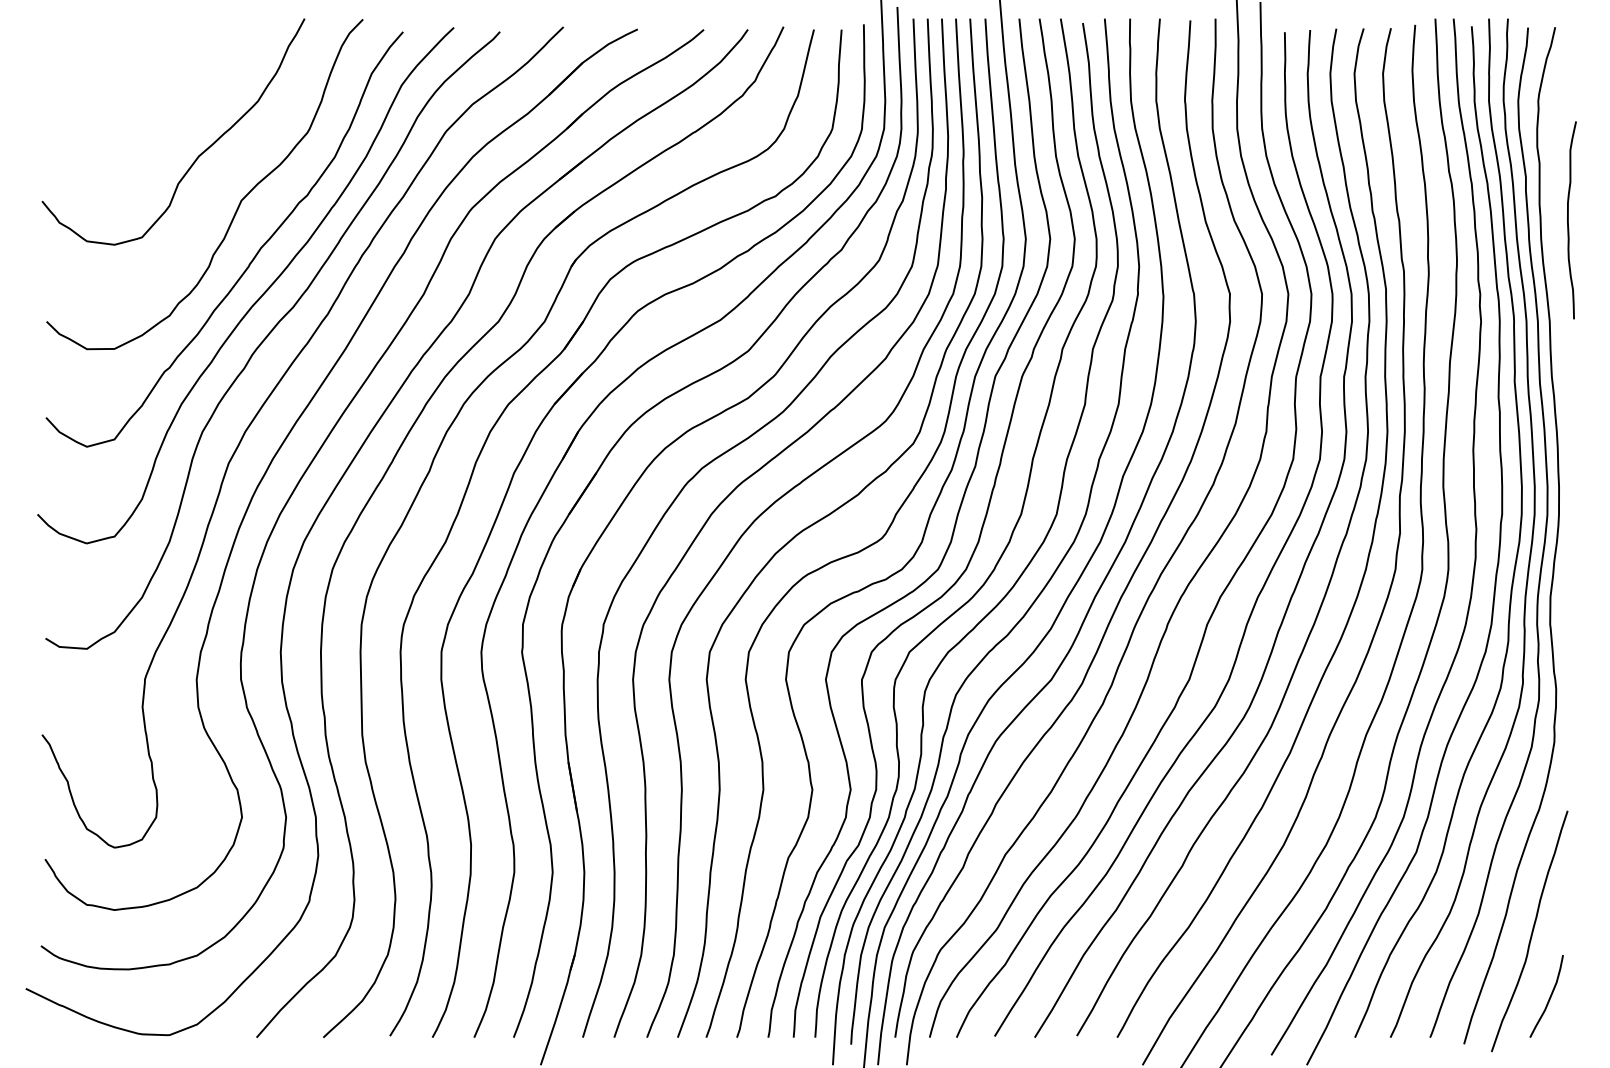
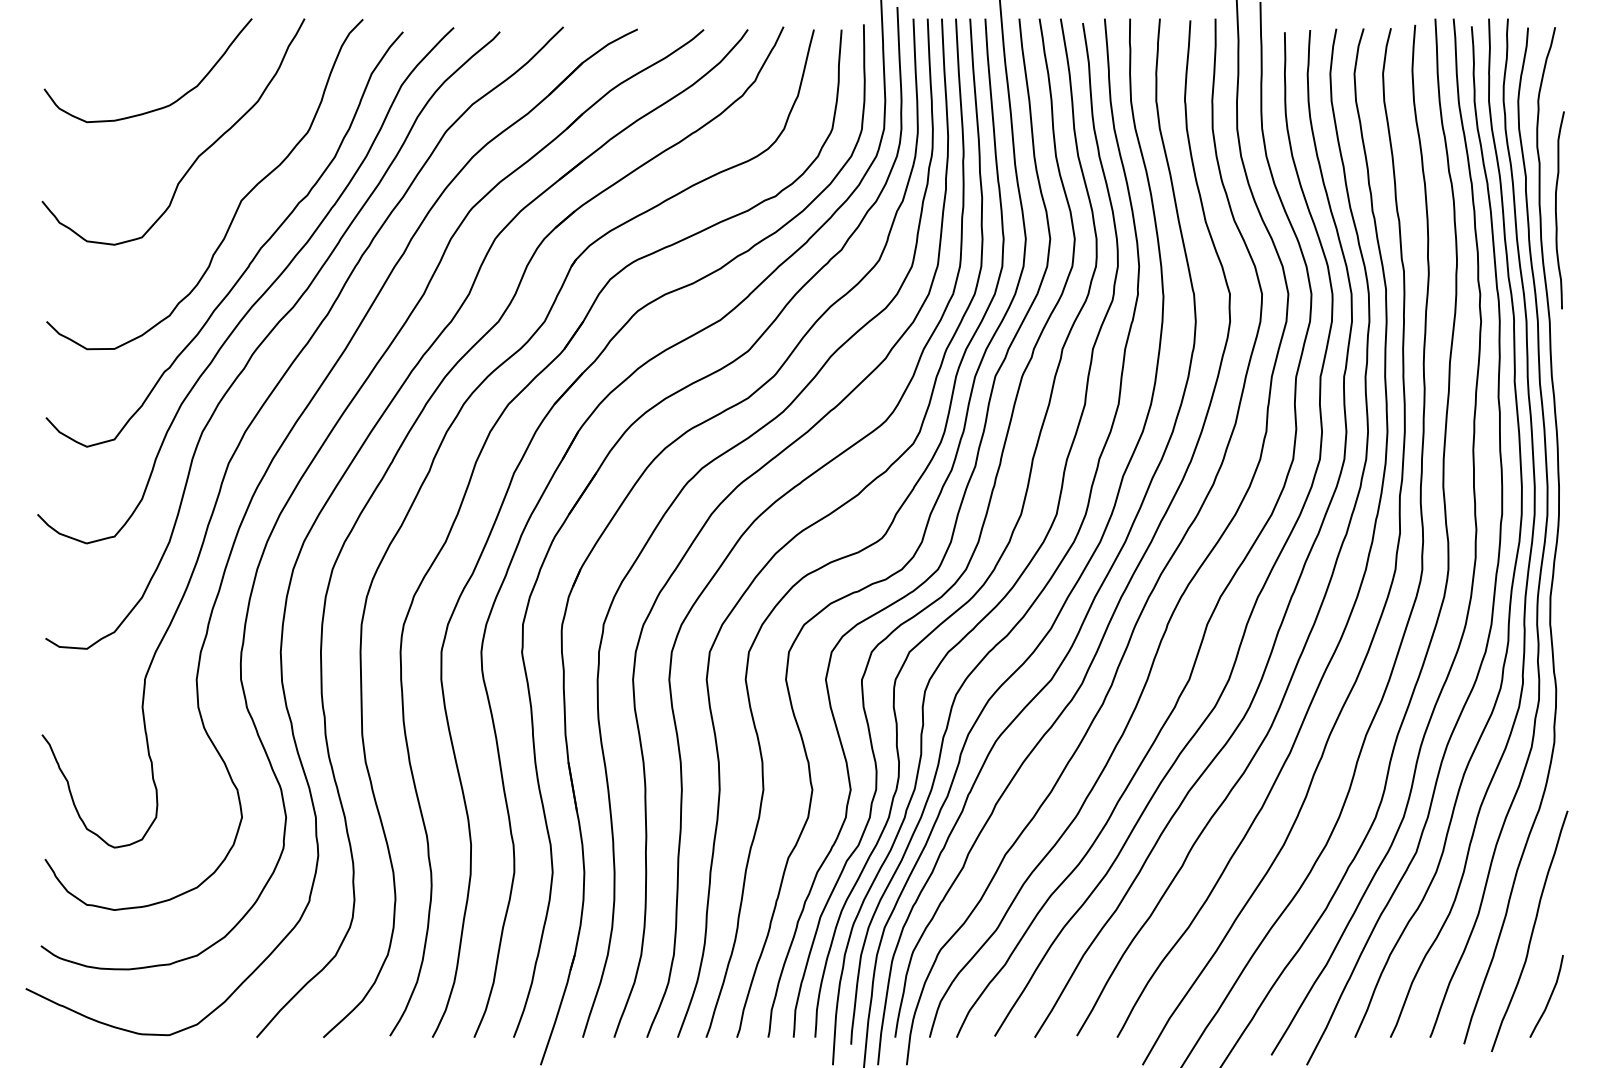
curve at (160, 107): none -> present
curve at (1568, 220) position: (1568, 220) -> (1556, 210)
